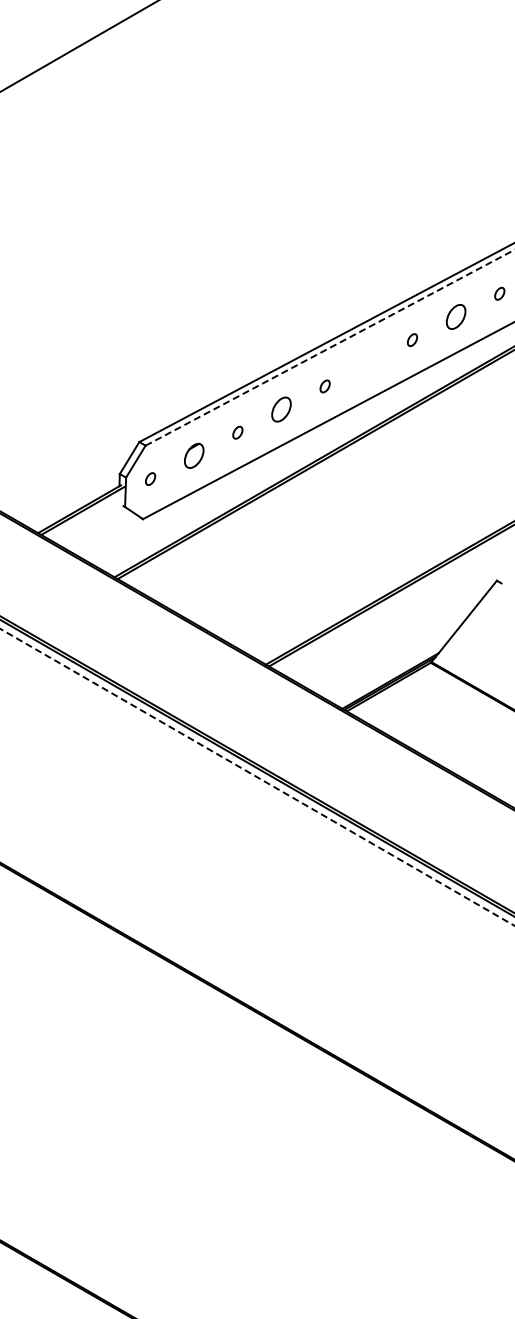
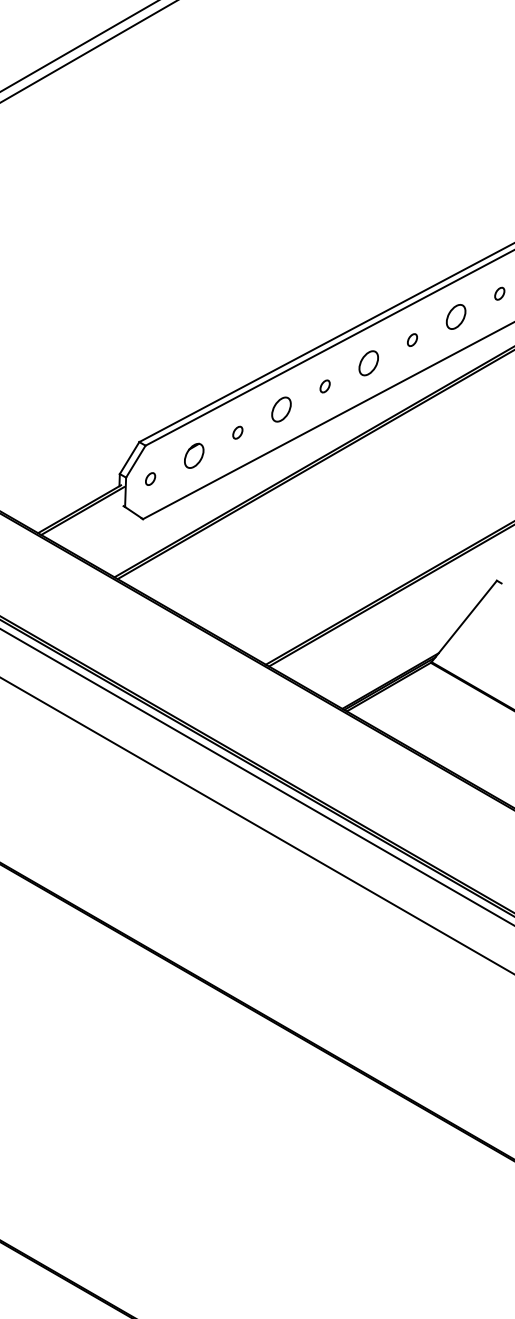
line at (88, 51): none -> present
line at (330, 347): dashed -> solid
part at (368, 363): none -> present
line at (257, 777): dashed -> solid
line at (256, 825): none -> present
